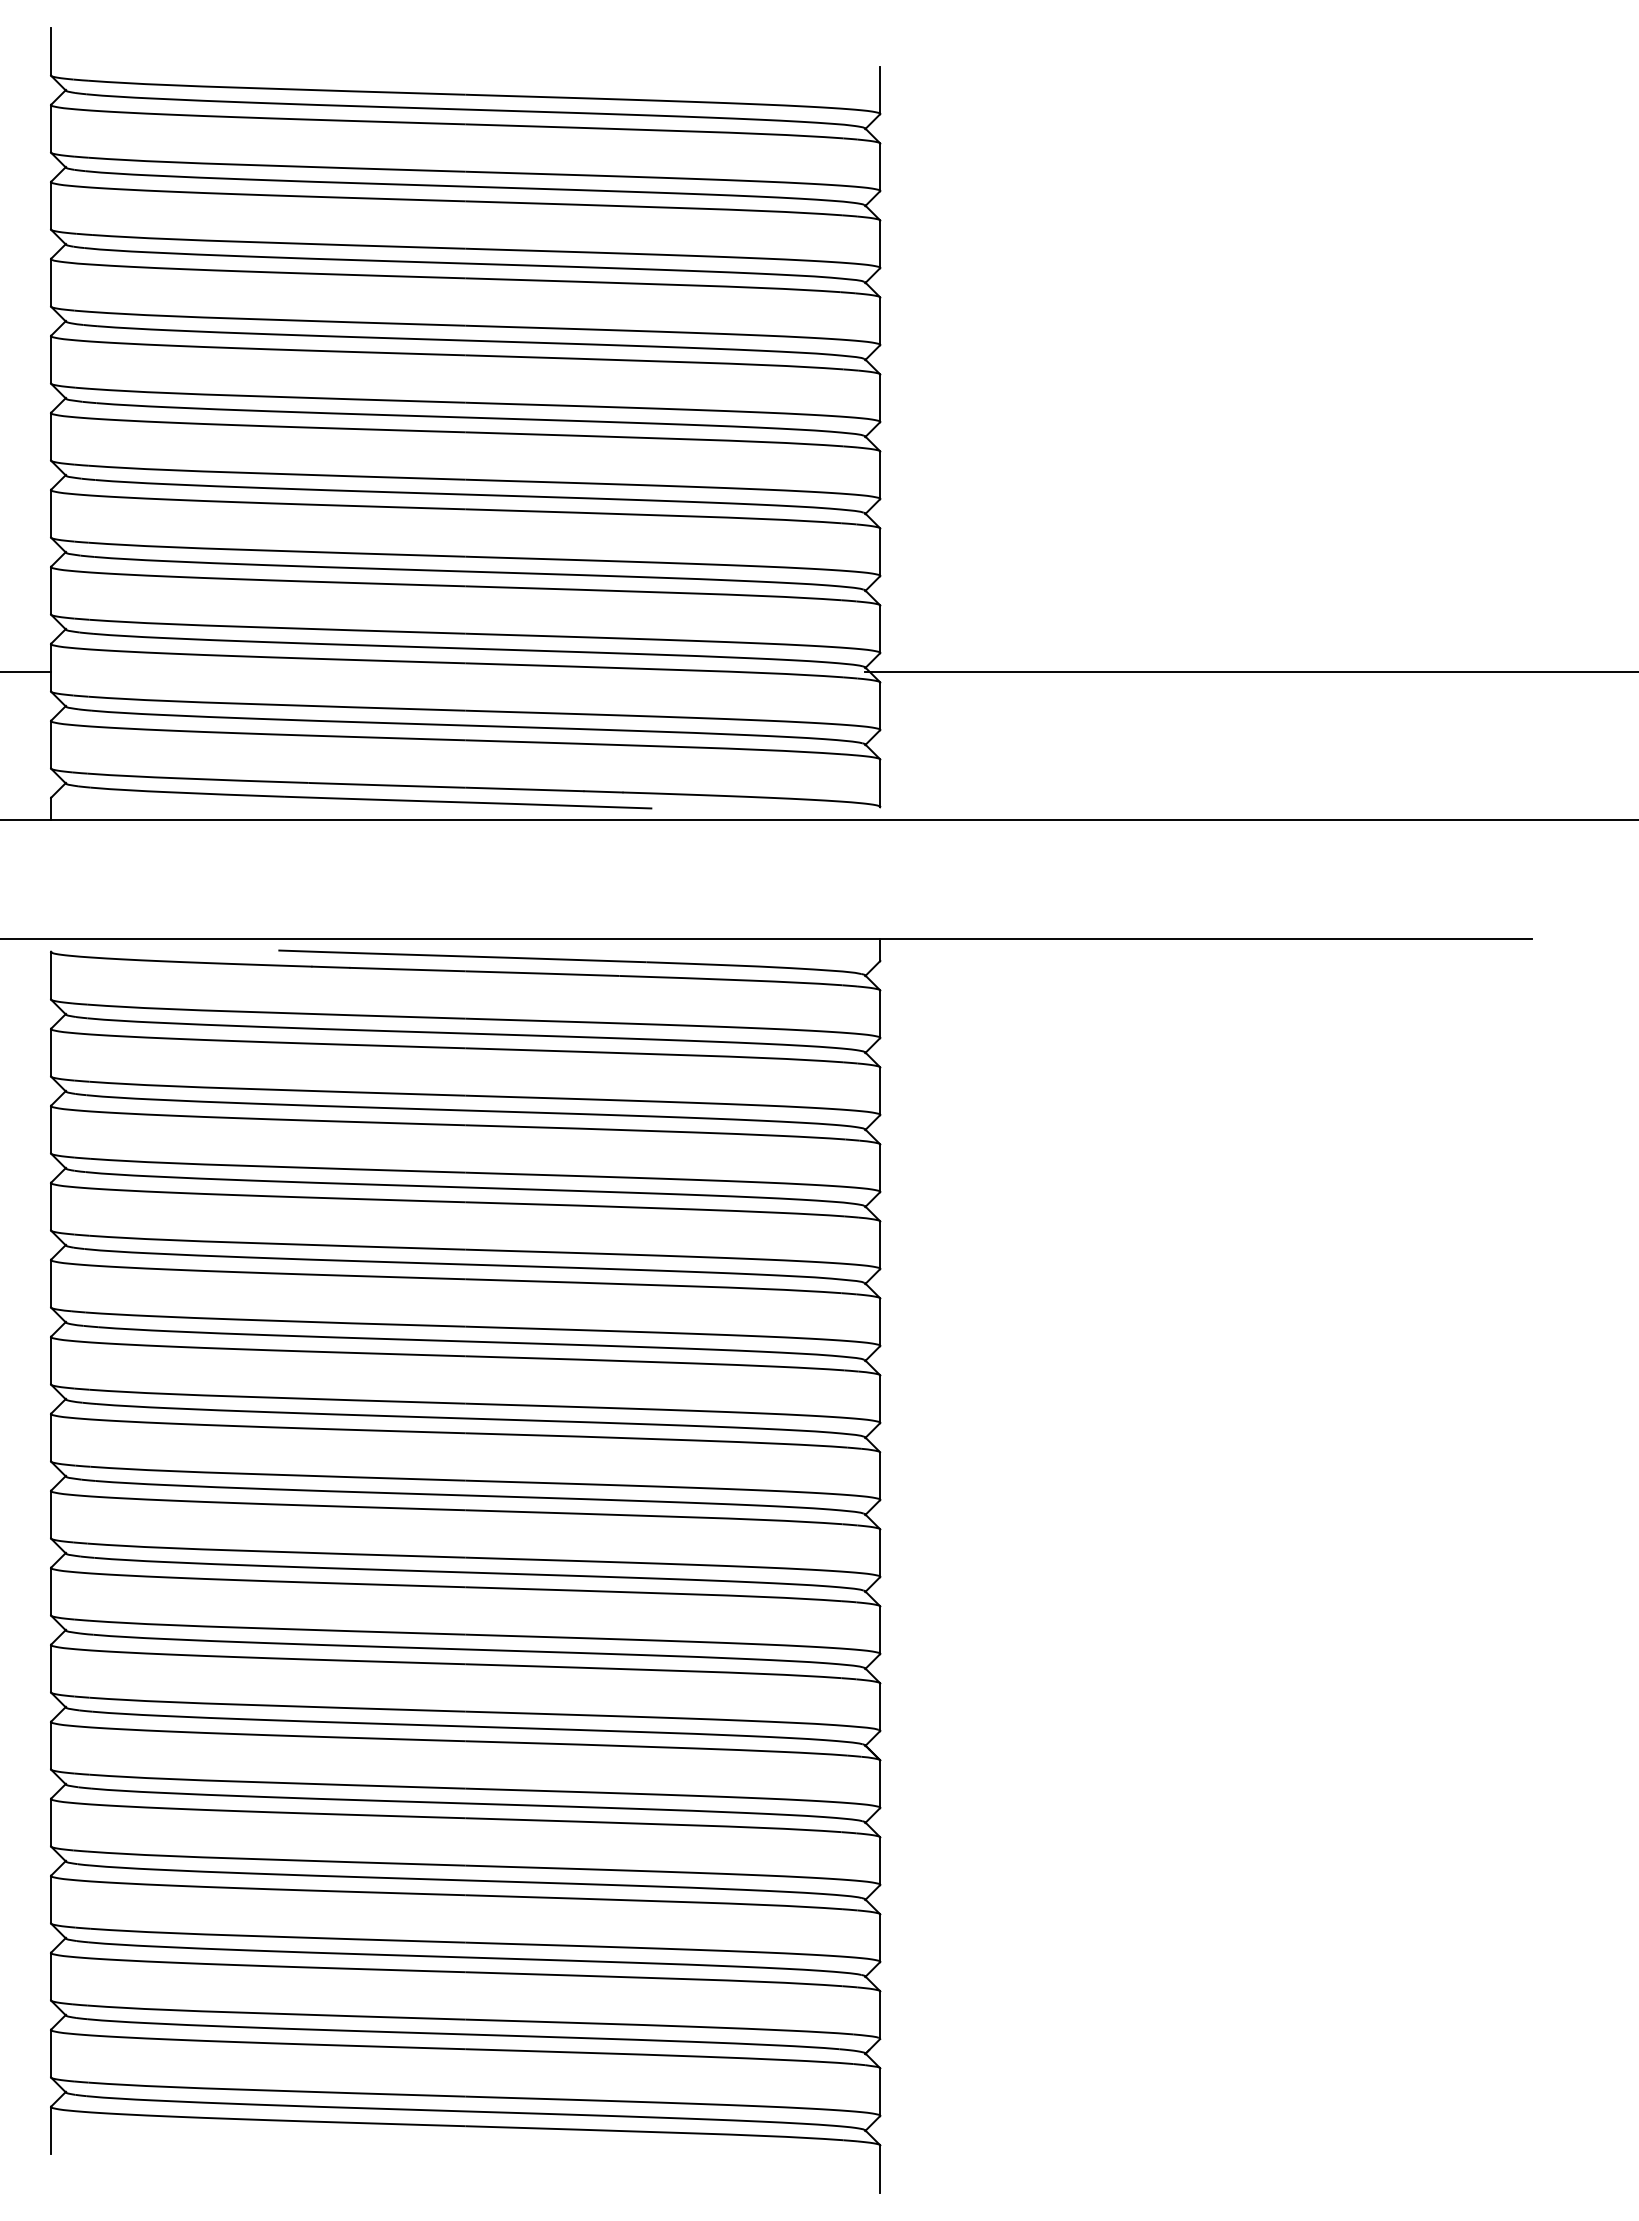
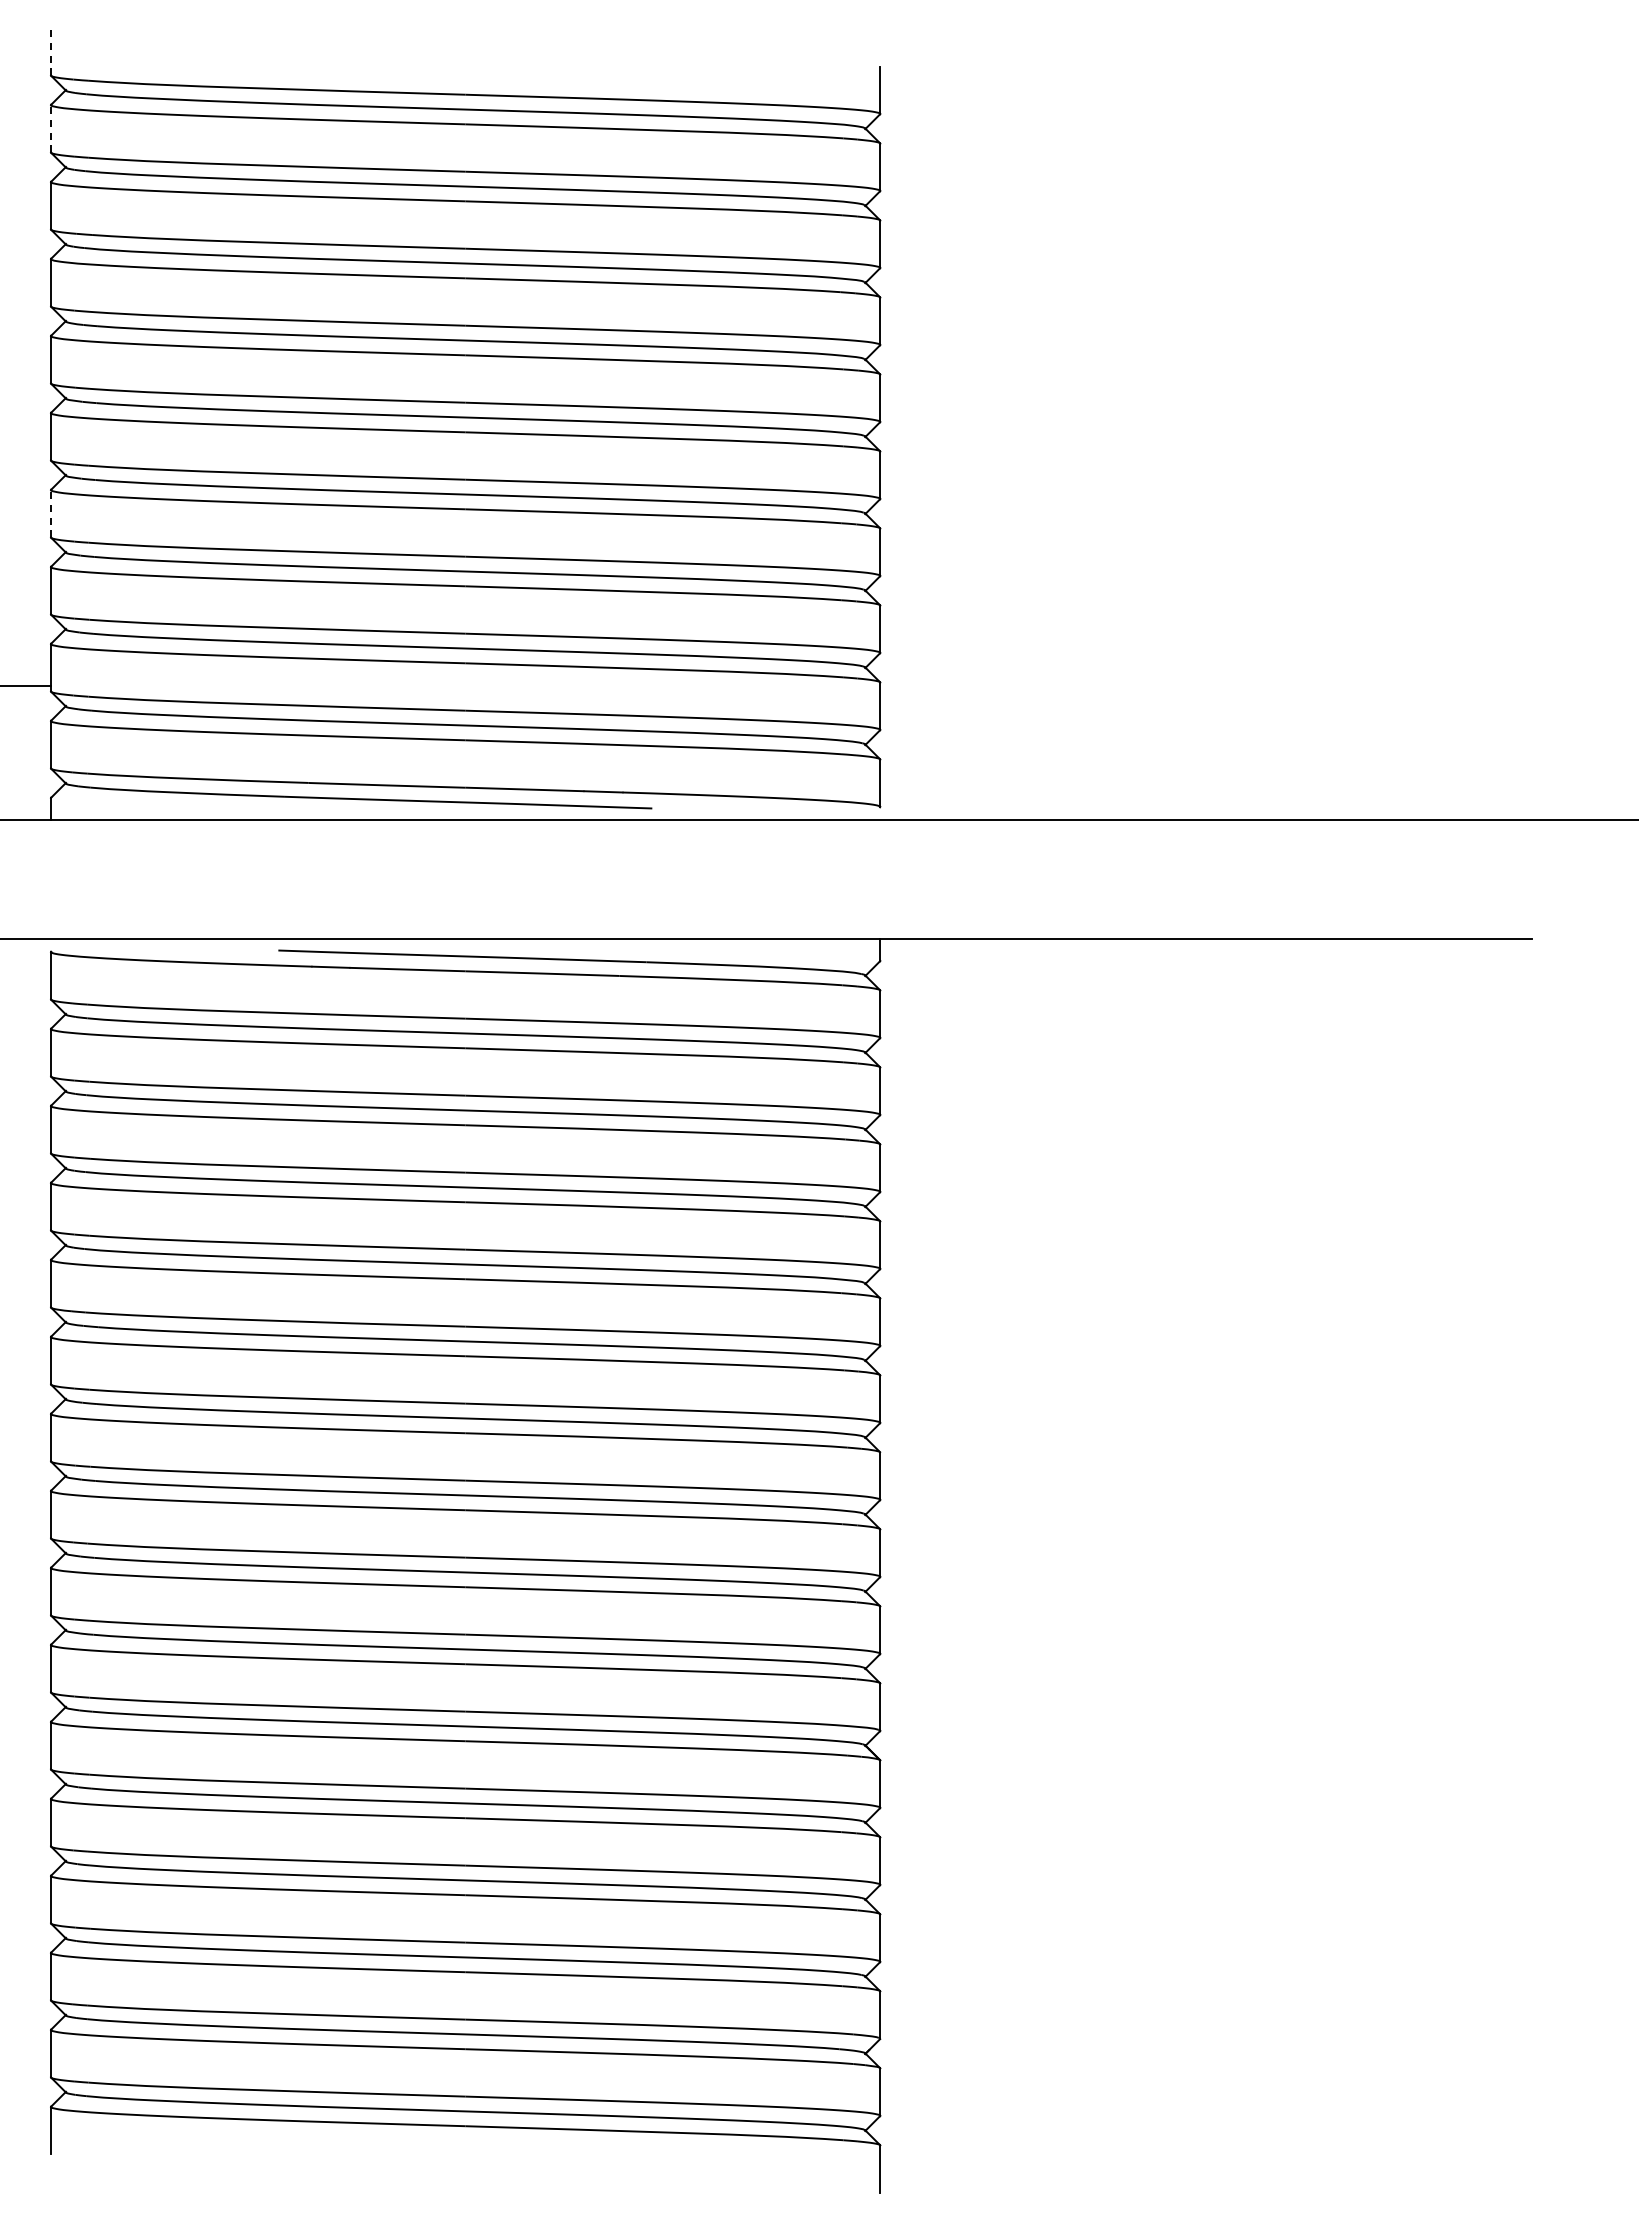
line at (51, 51): solid -> dashed
line at (51, 128): solid -> dashed
line at (51, 513): solid -> dashed
line at (26, 671) position: (26, 671) -> (26, 685)
line at (1250, 671): present -> none
